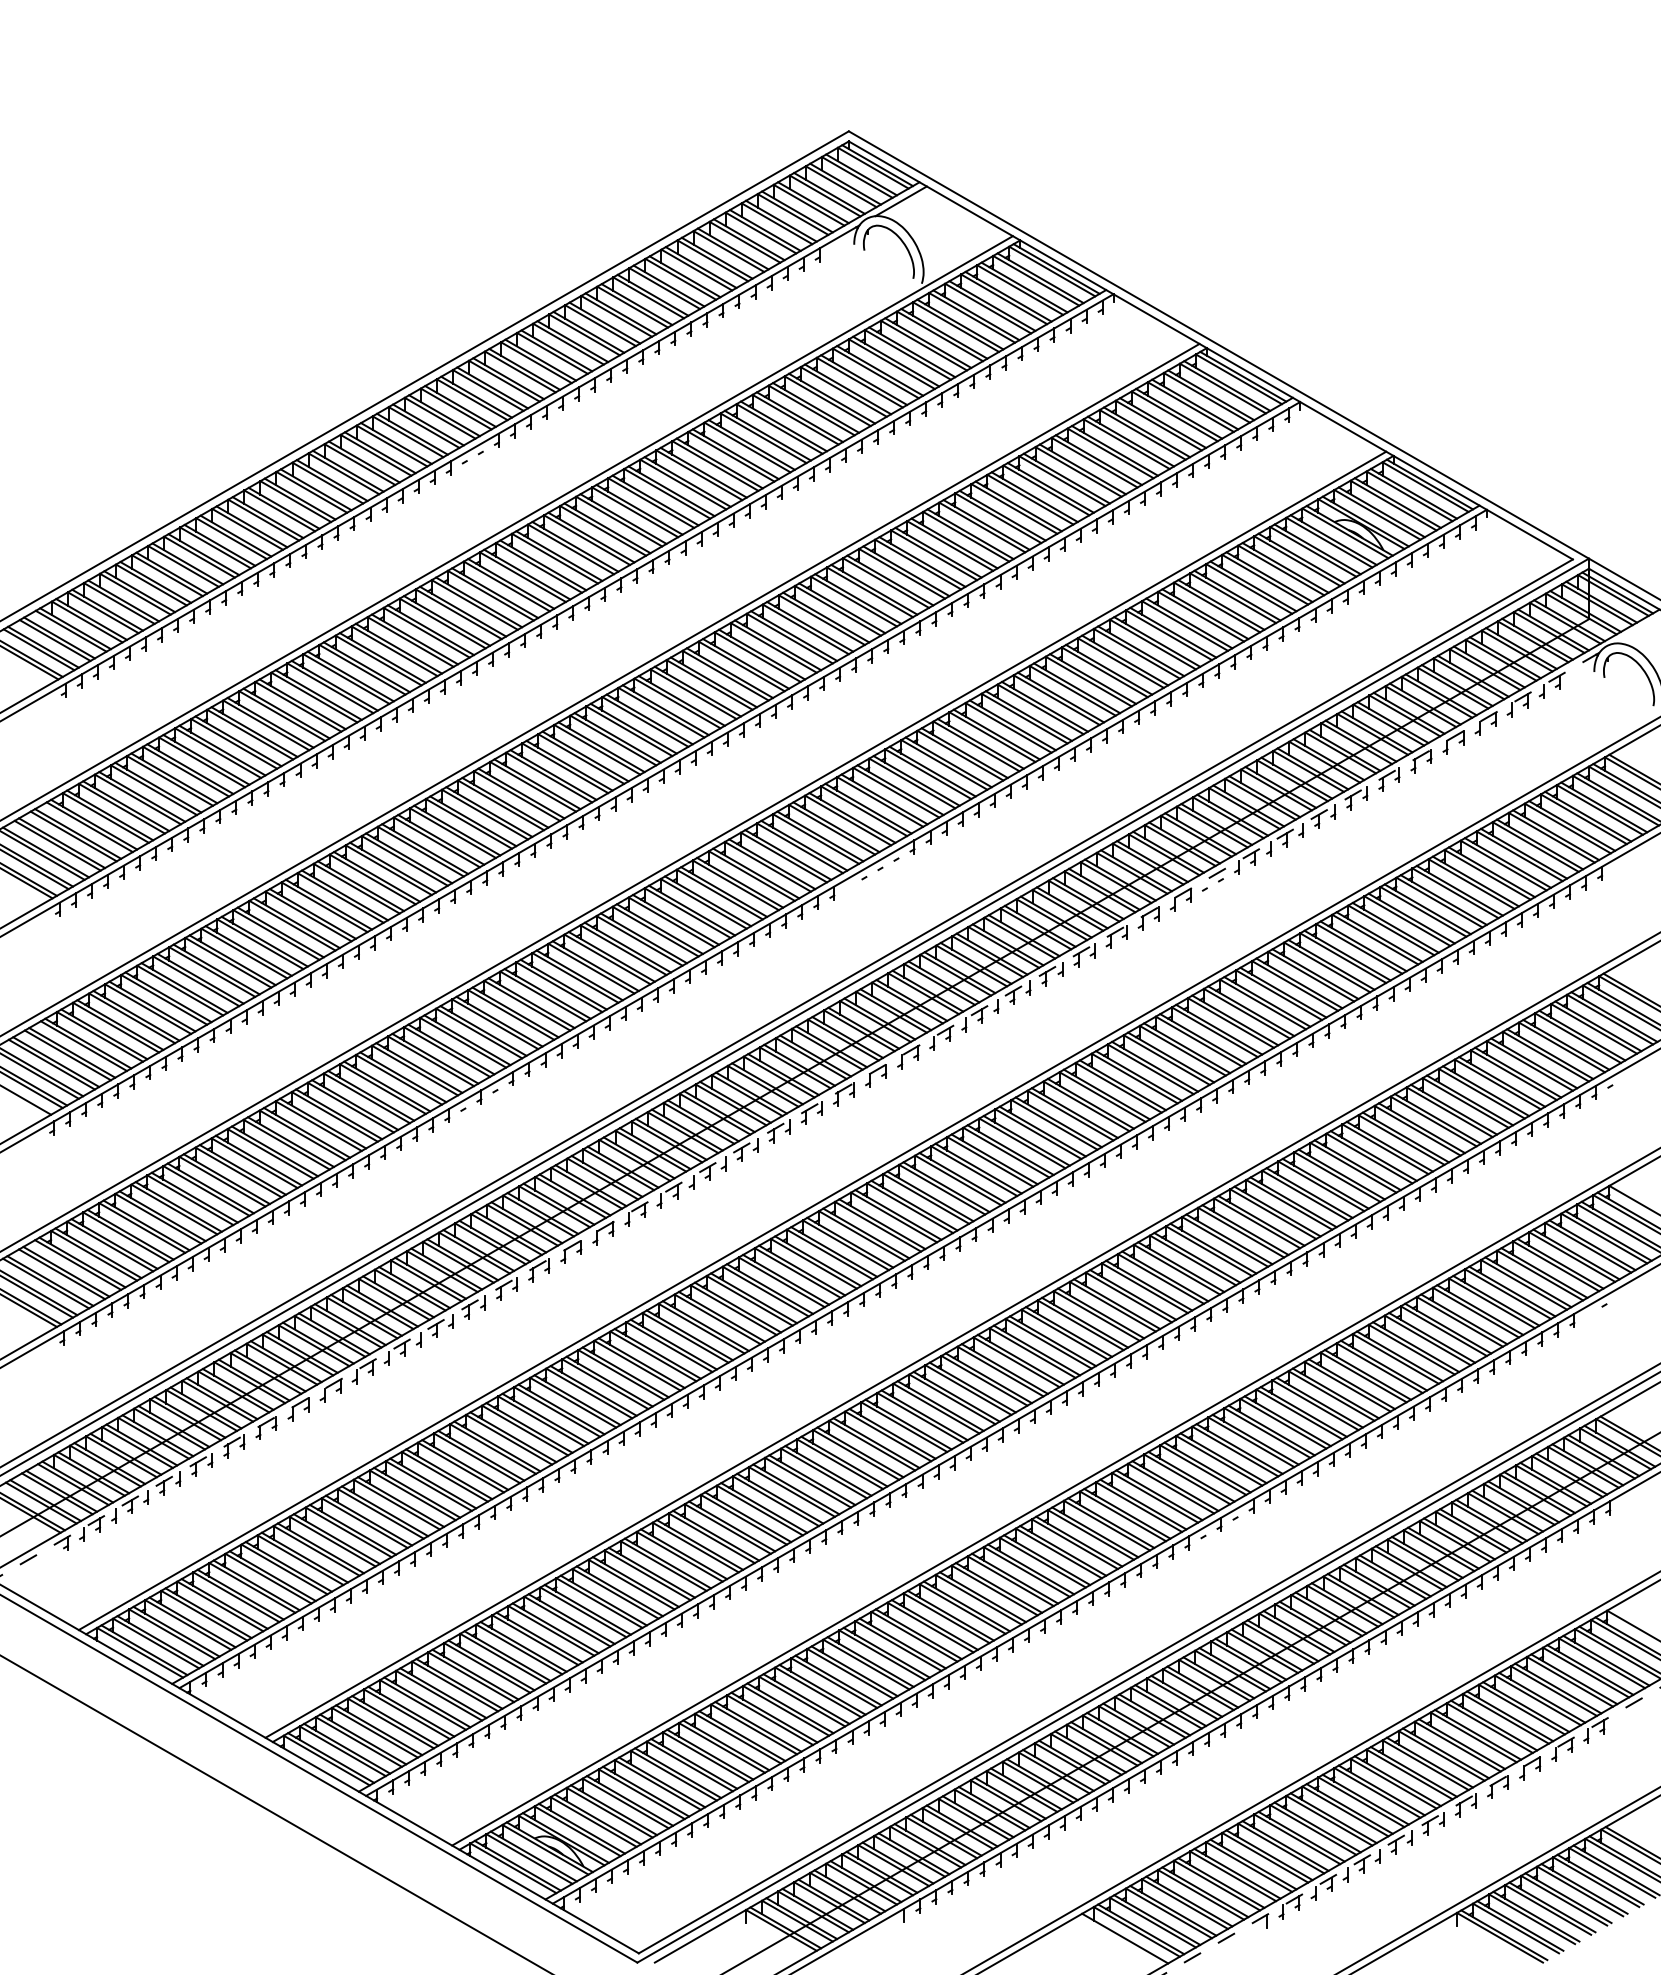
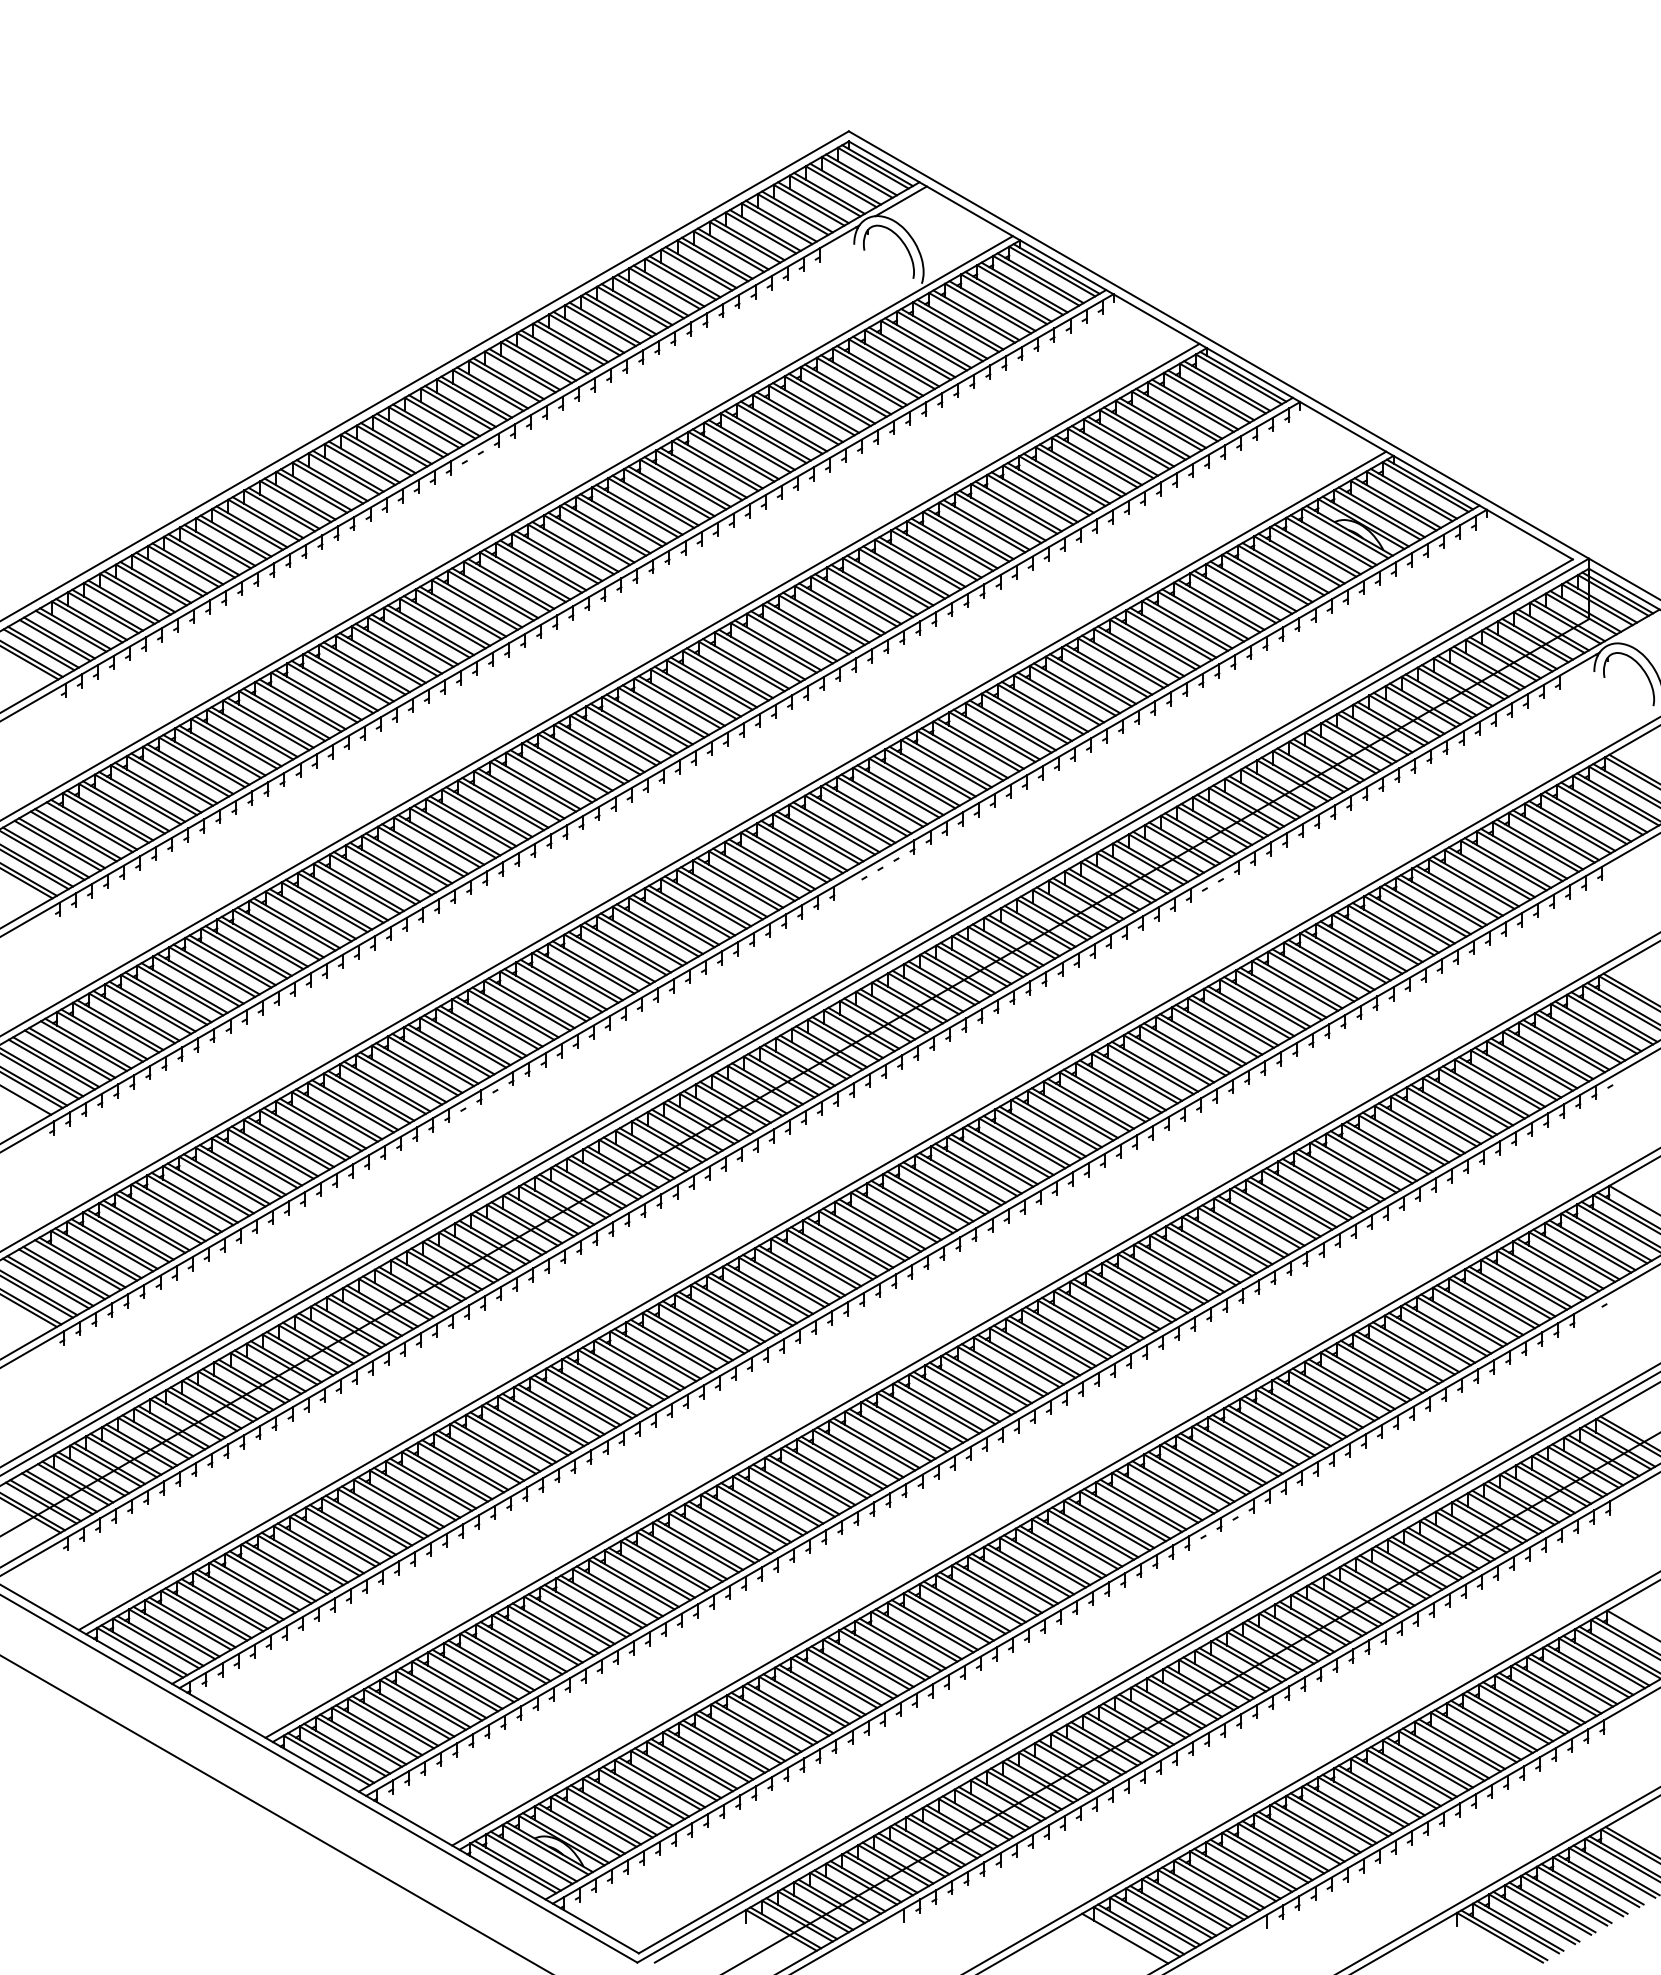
line at (799, 1114): dashed -> solid
line at (1411, 1831): dashed -> solid
